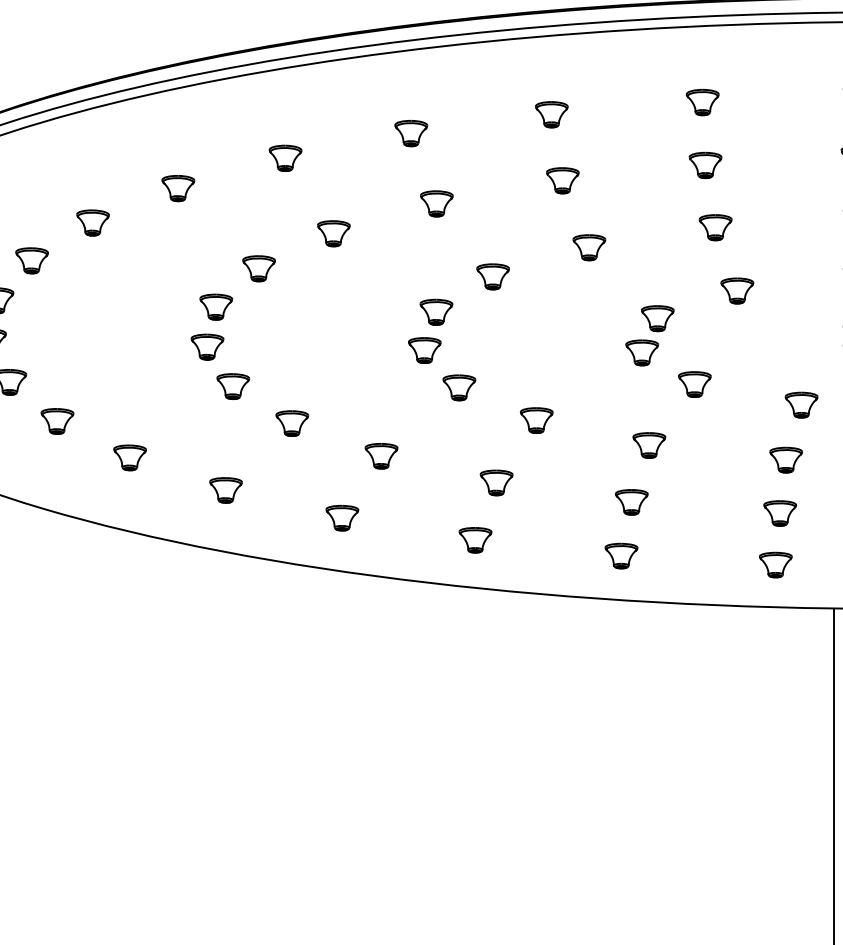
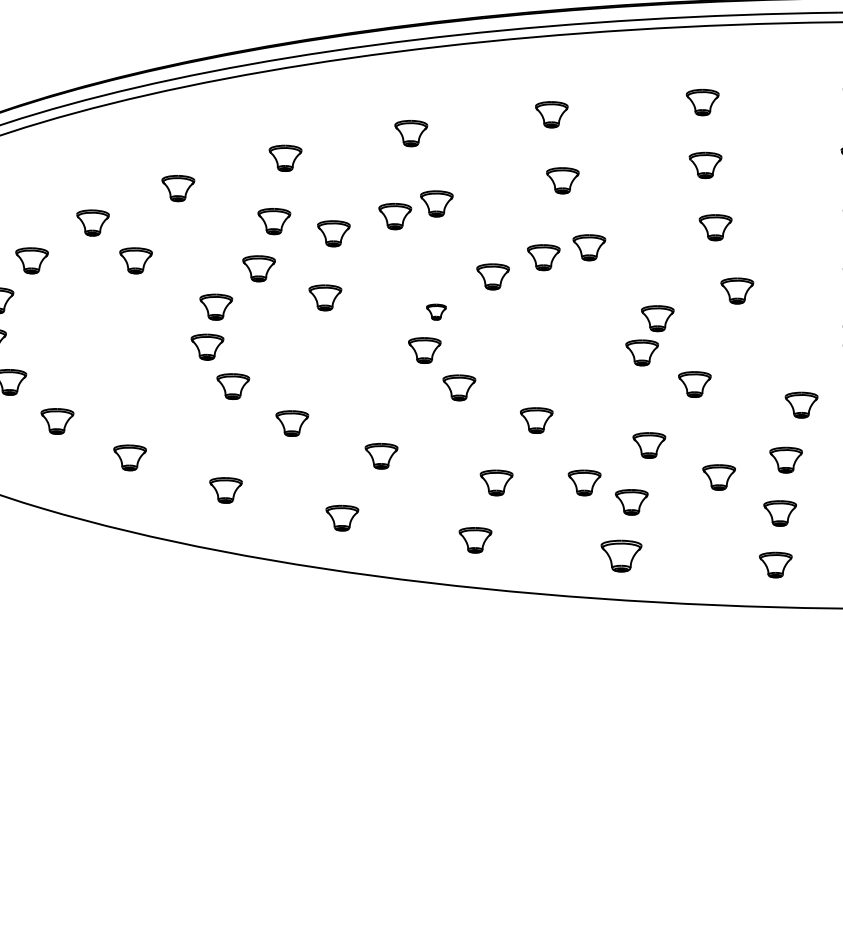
part at (395, 216): none -> present
part at (274, 221): none -> present
part at (543, 257): none -> present
part at (135, 260): none -> present
part at (325, 297): none -> present
part at (436, 311) size: 35x28 px -> 21x18 px
part at (718, 477): none -> present
part at (584, 482): none -> present
part at (621, 555) size: 35x28 px -> 43x34 px
line at (833, 774): present -> none
